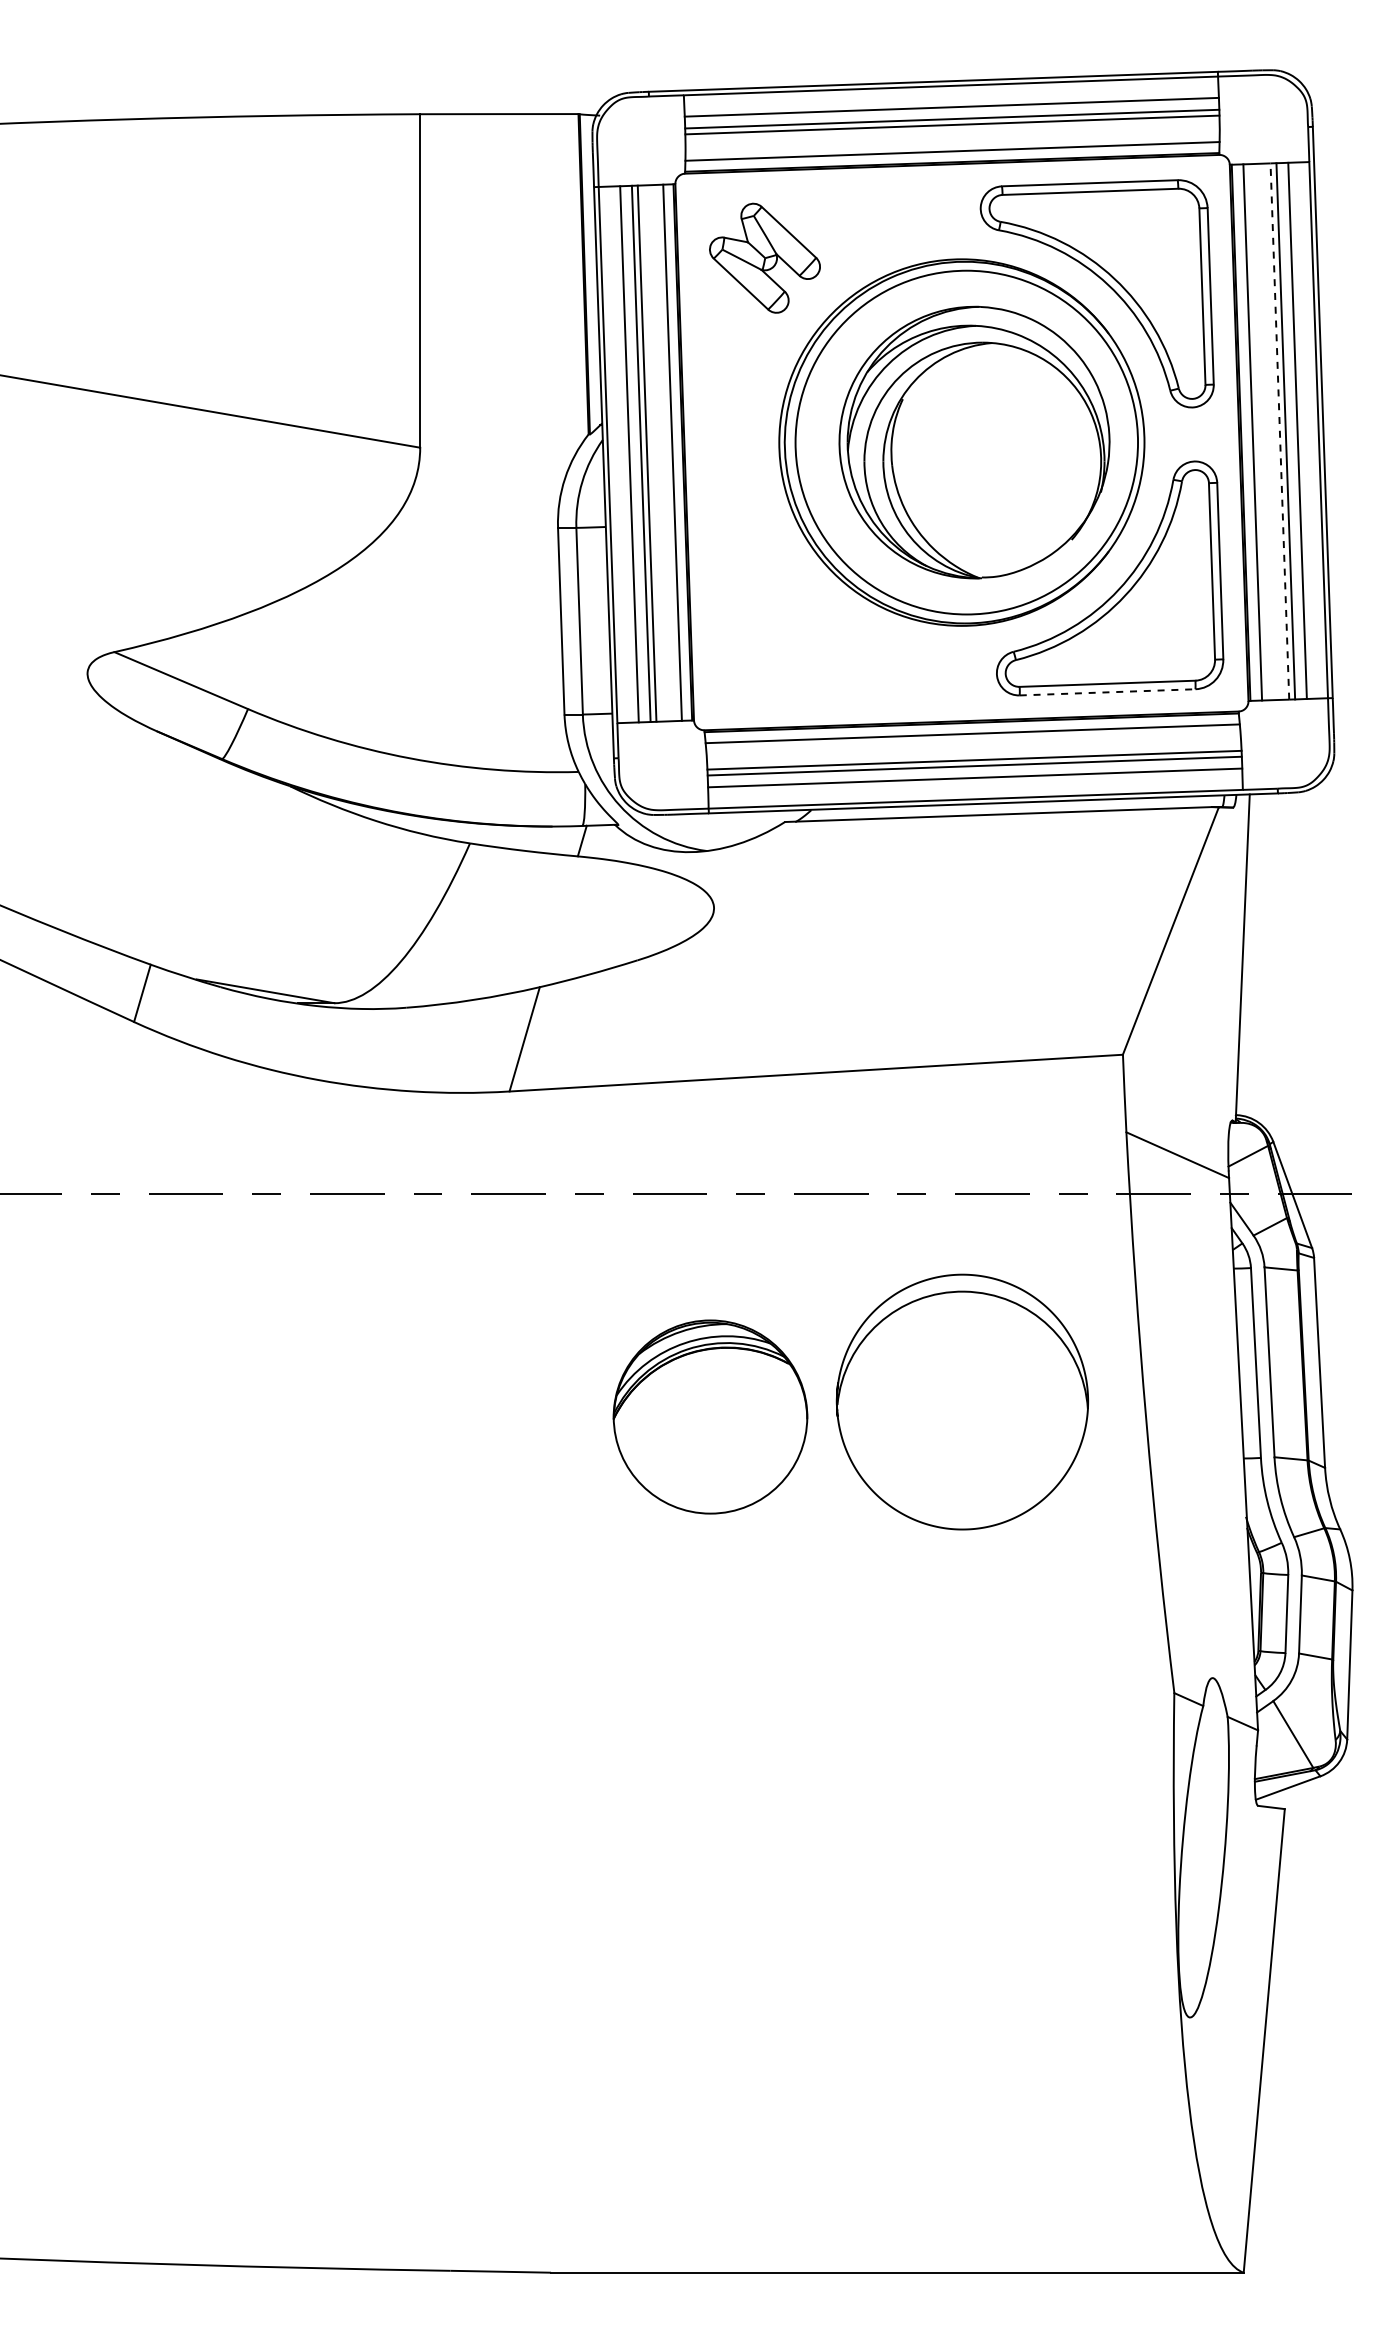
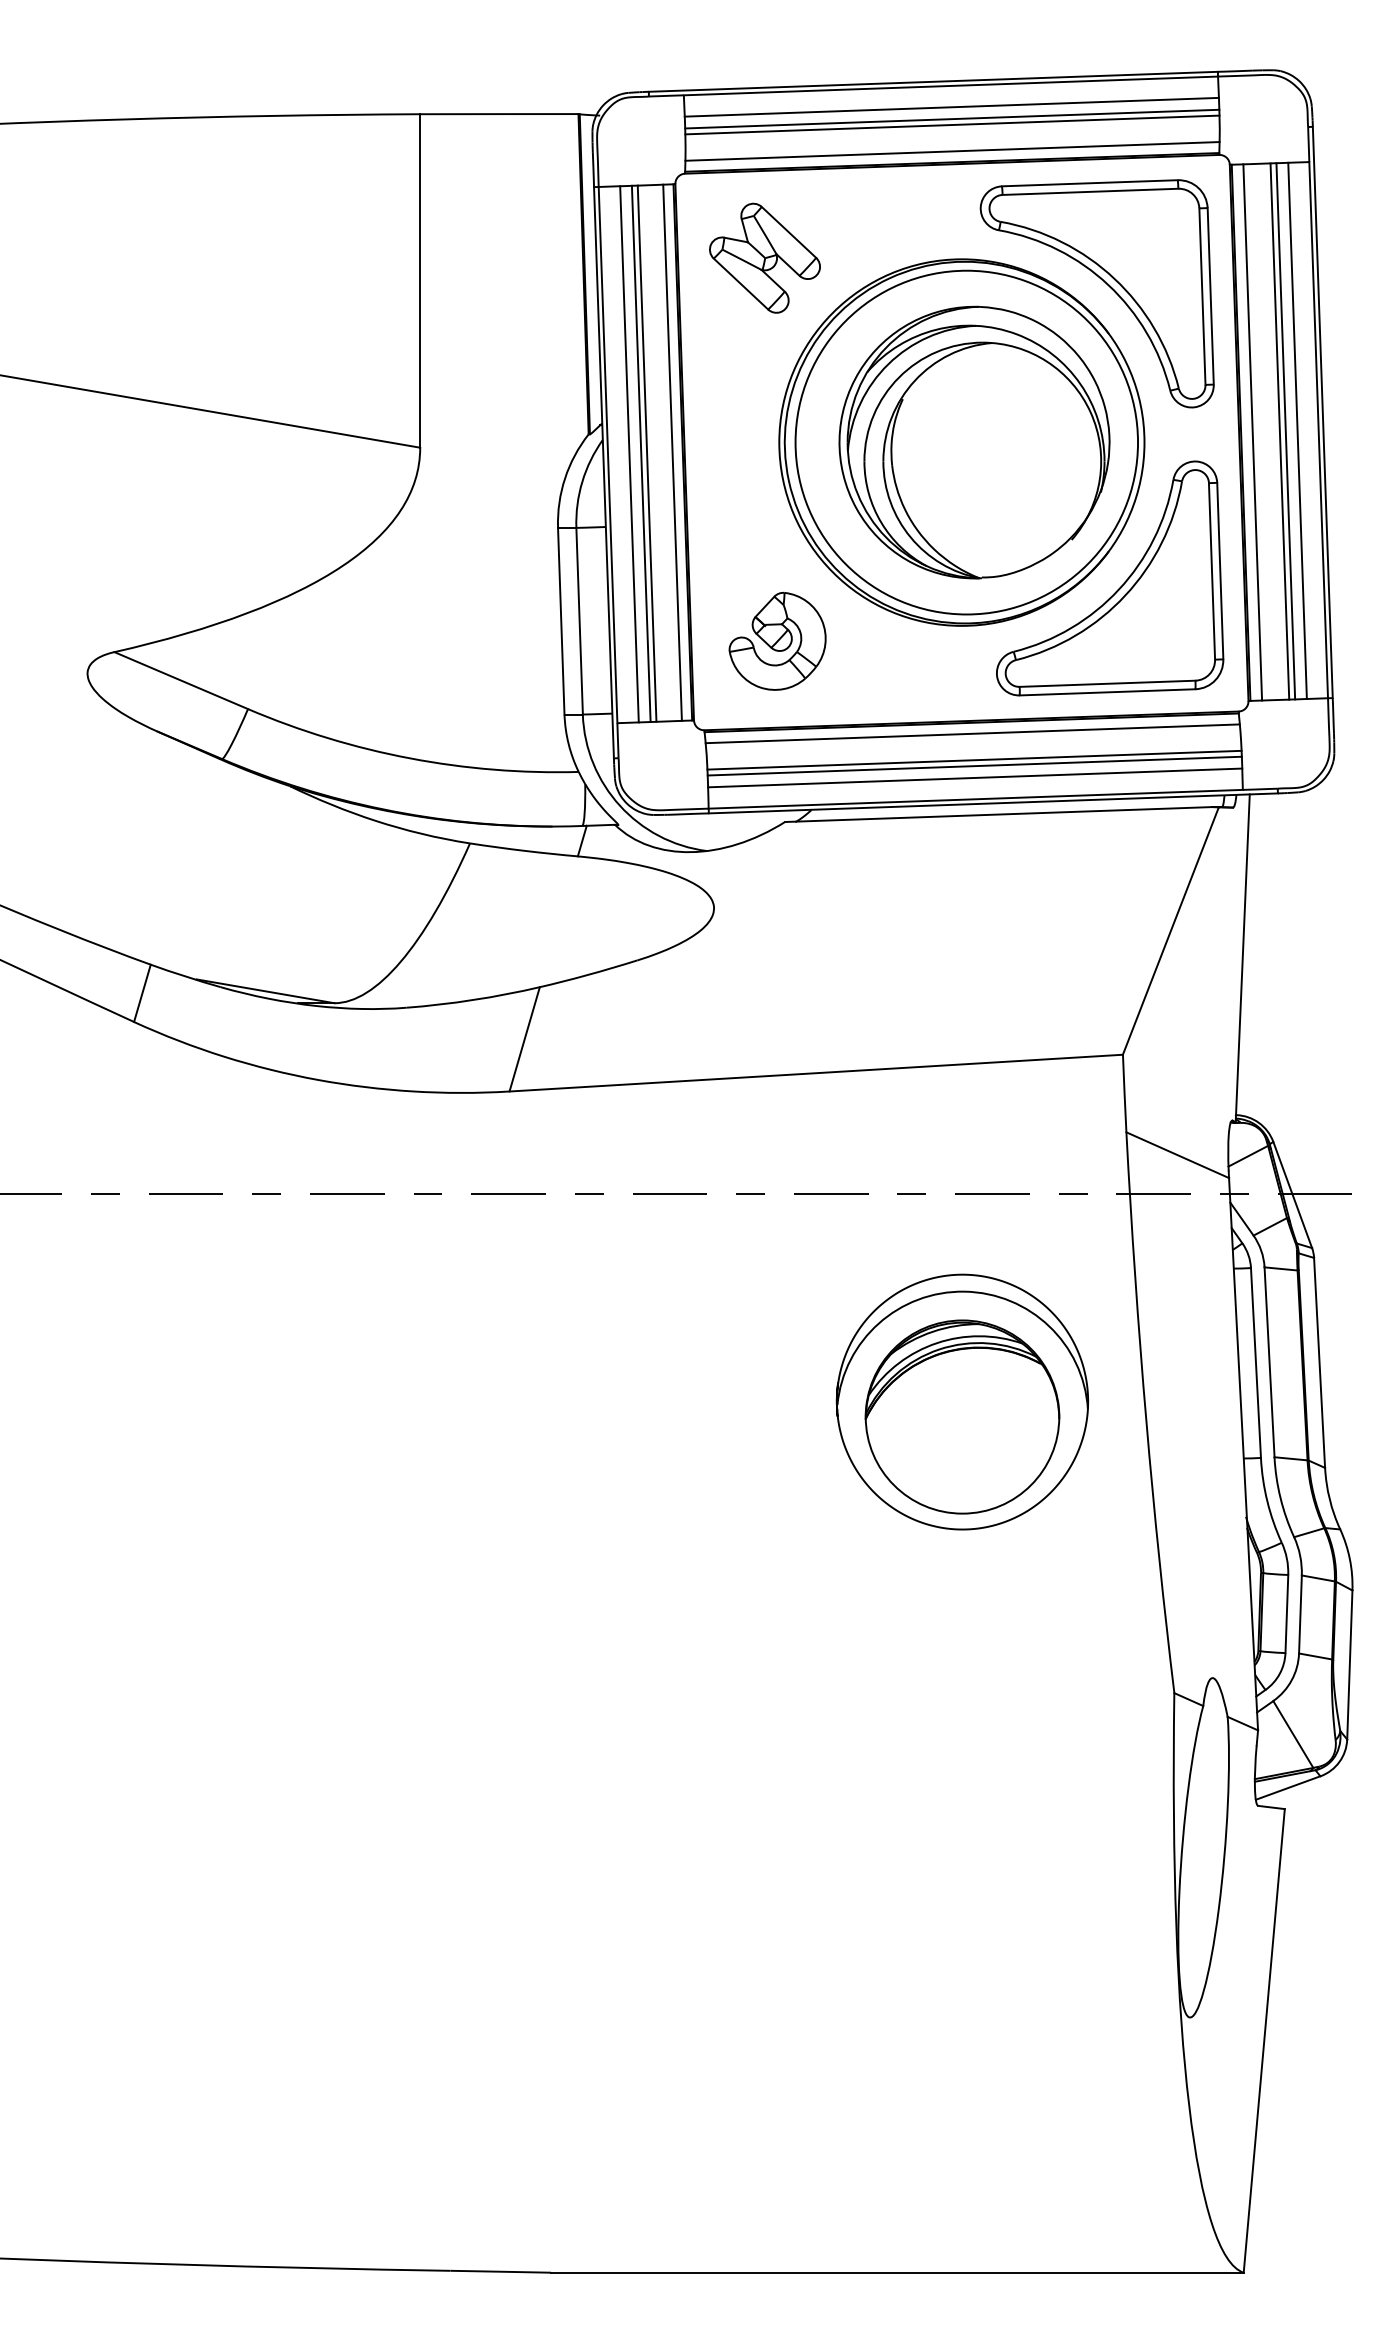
line at (1279, 431): dashed -> solid
part at (777, 640): none -> present
line at (1107, 692): dashed -> solid
part at (710, 1416) position: (710, 1416) -> (962, 1416)
